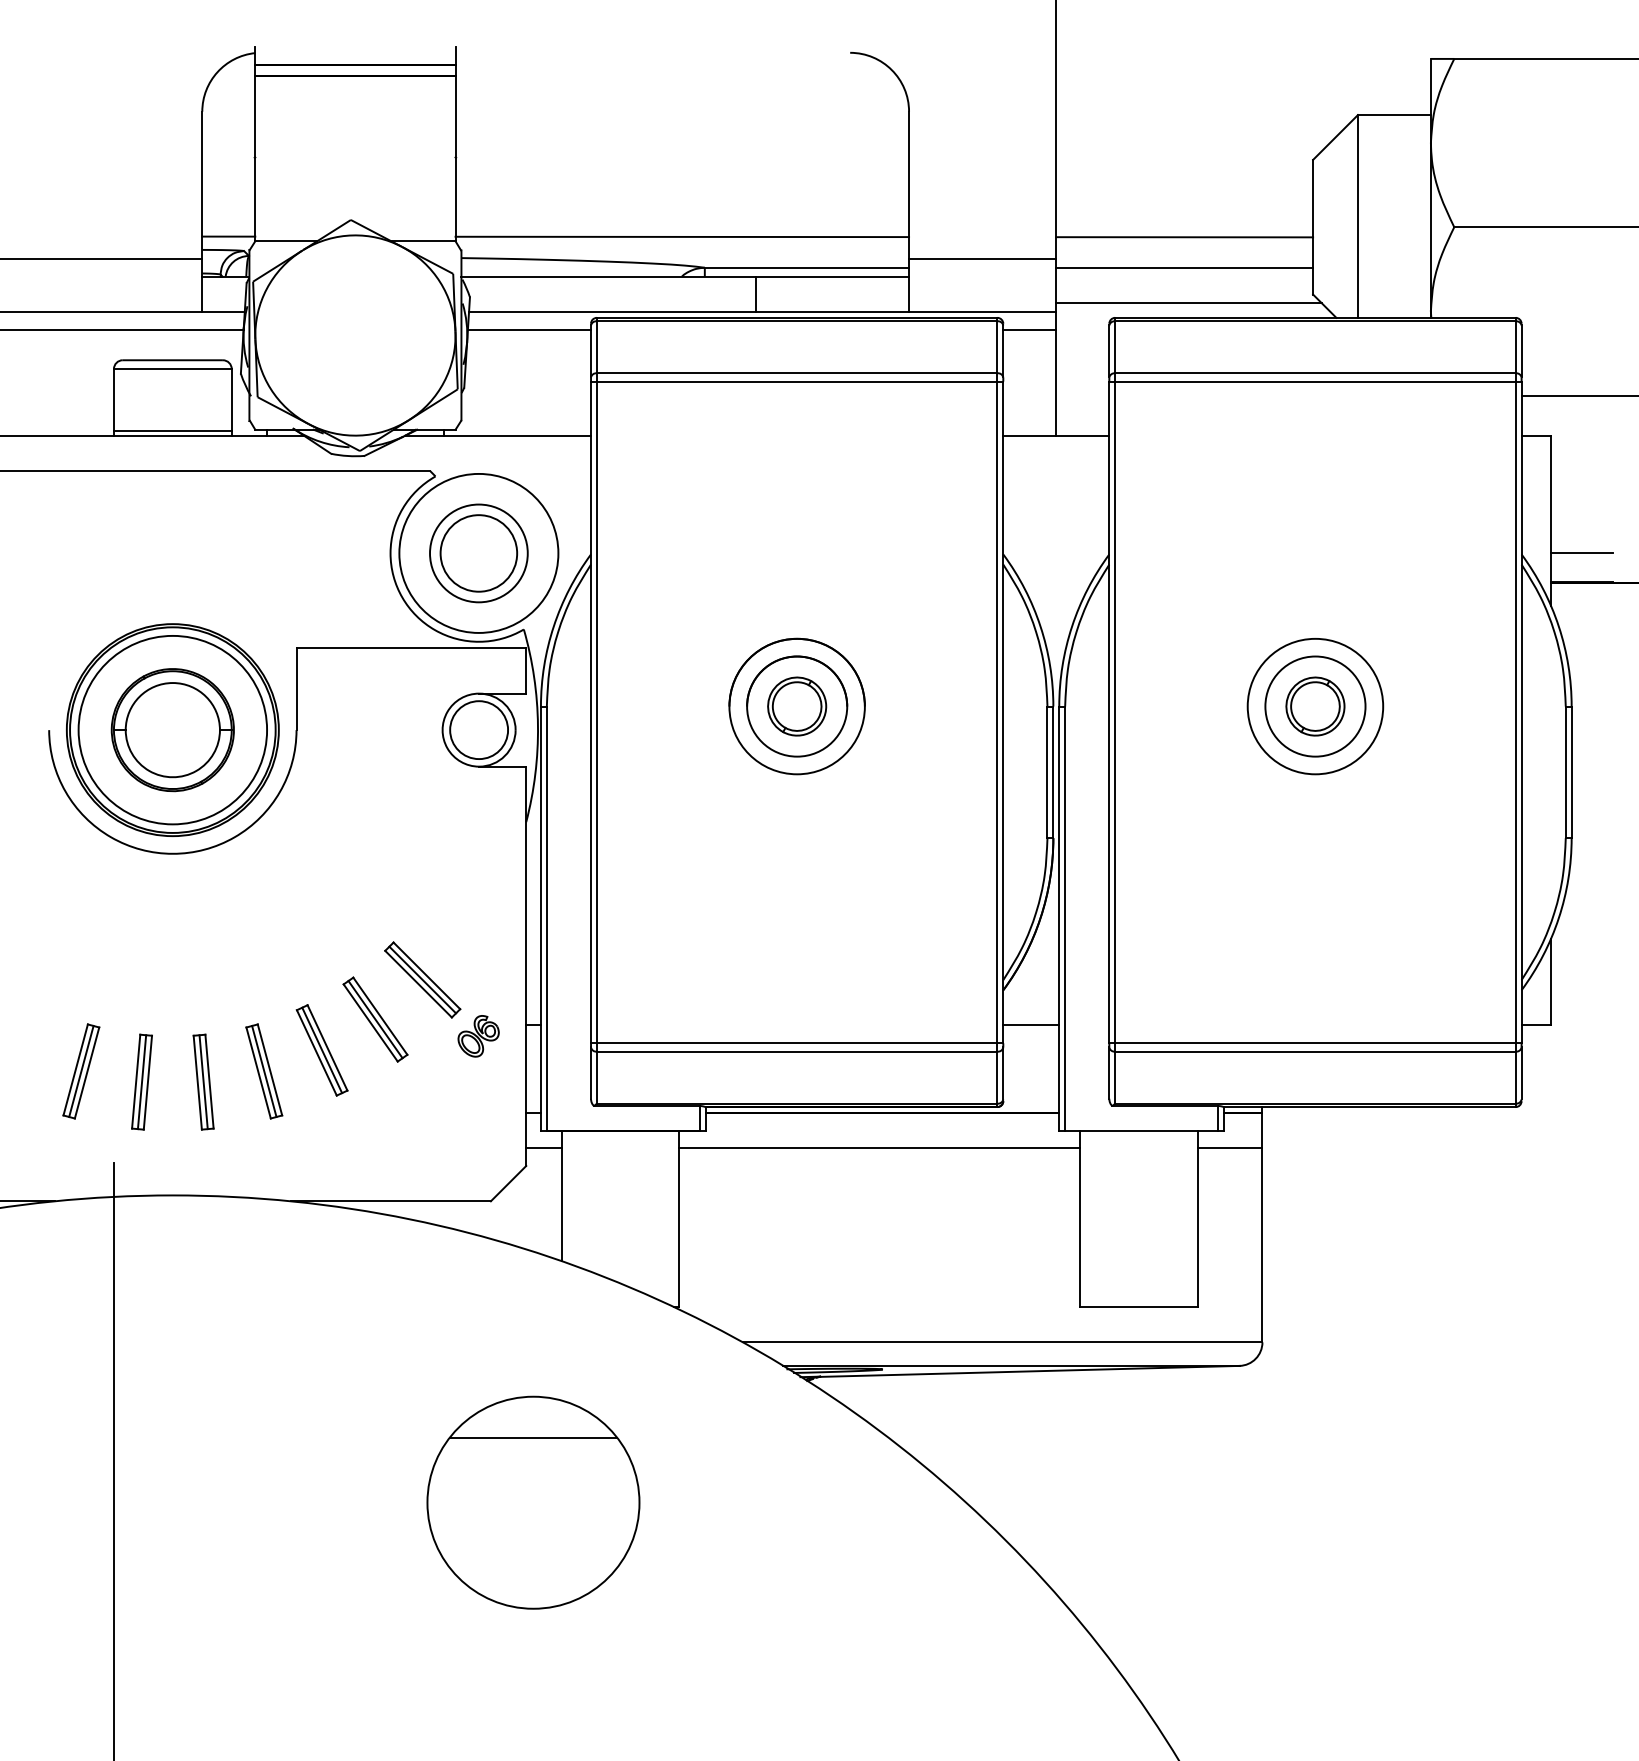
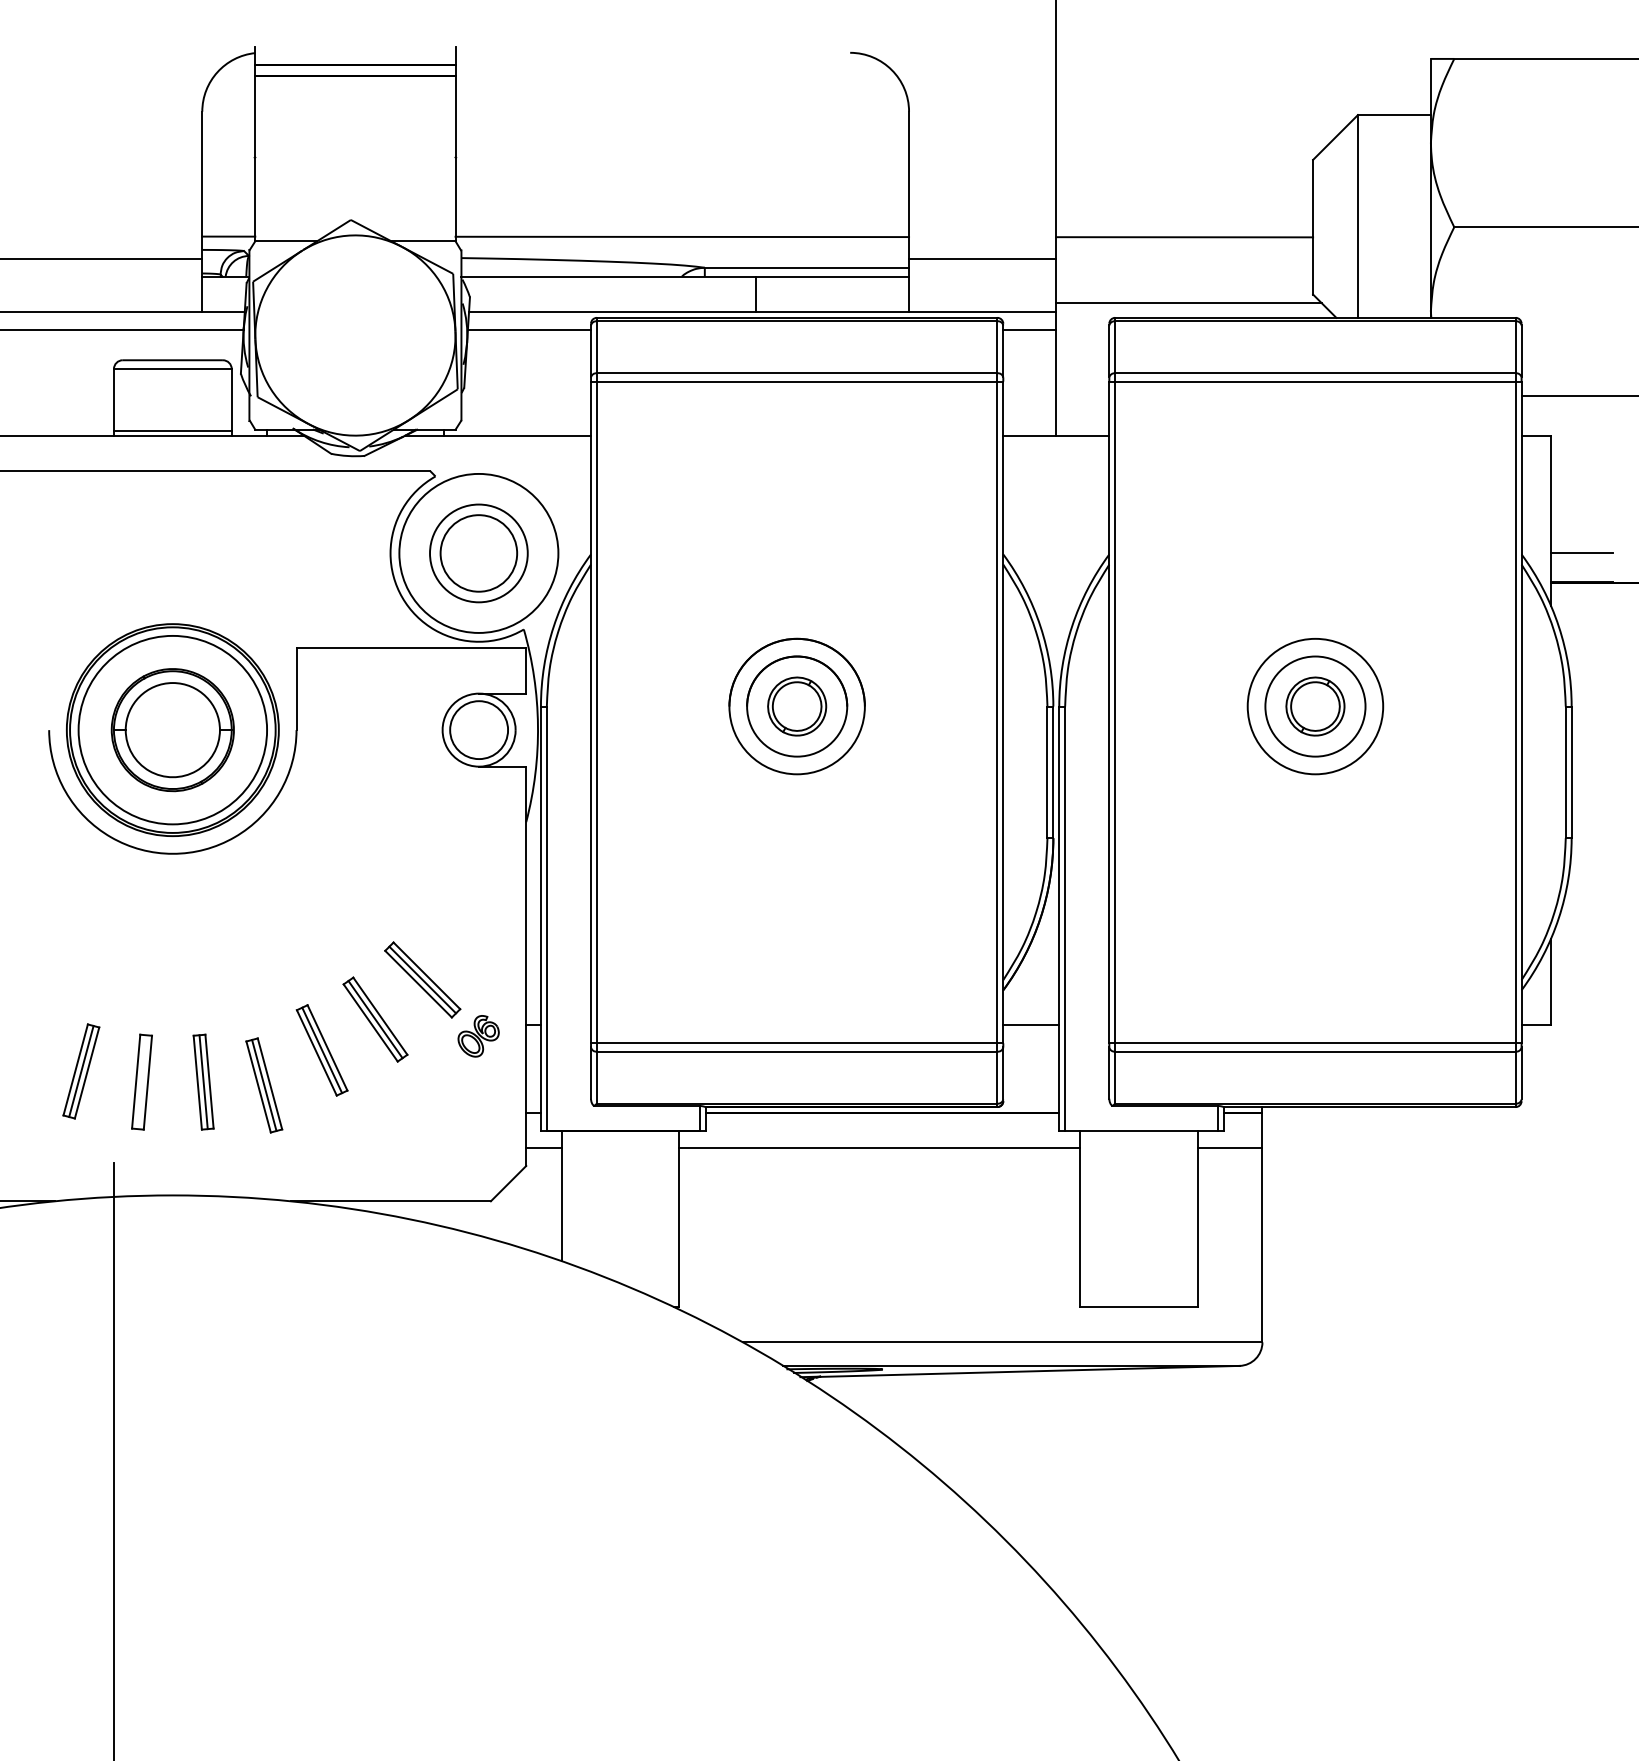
line at (1184, 267): present -> none
part at (264, 1071) position: (264, 1071) -> (264, 1085)
line at (141, 1082): present -> none
part at (533, 1502): present -> none
